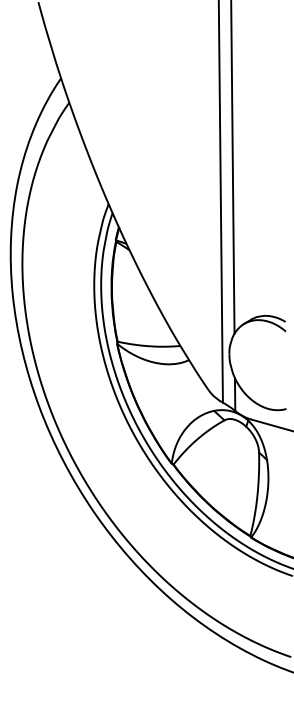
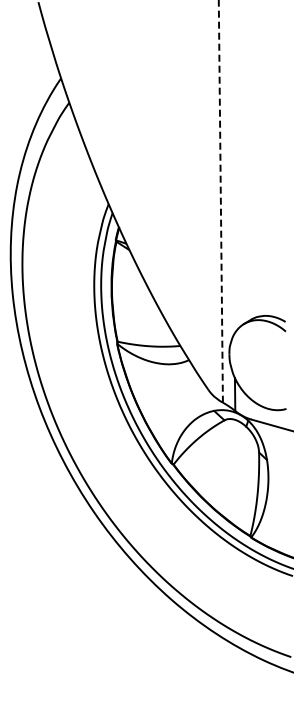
line at (232, 167): present -> none
line at (220, 201): solid -> dashed
